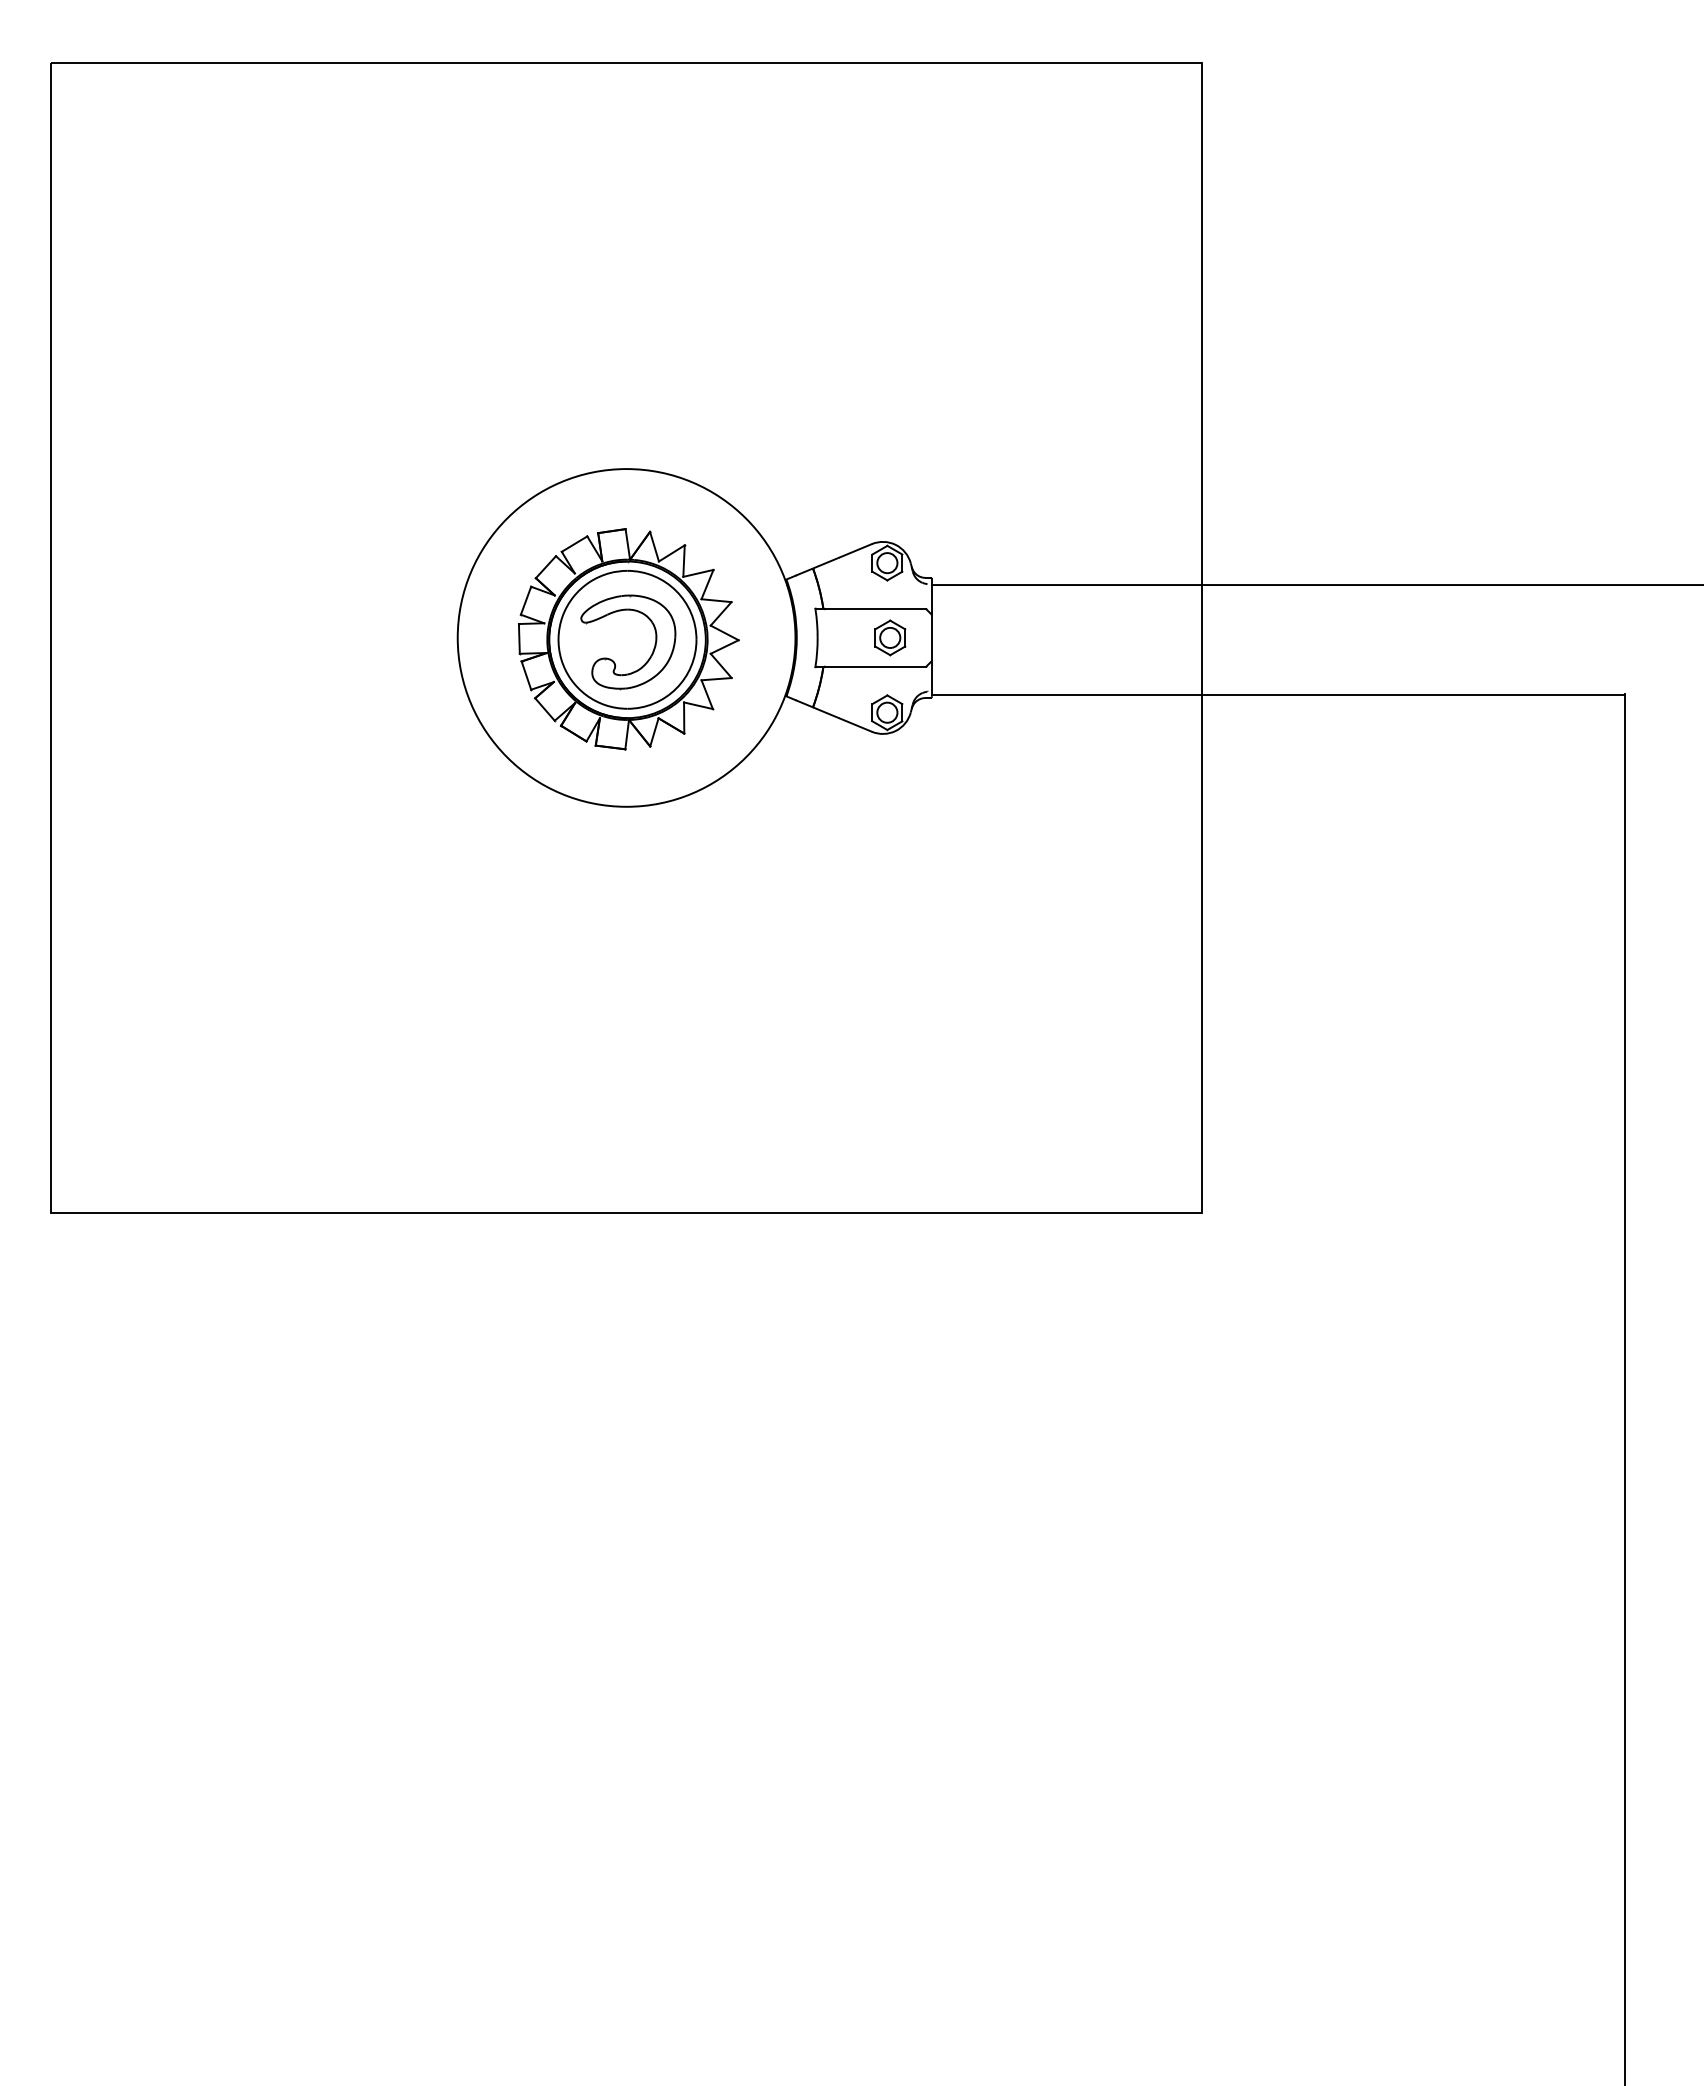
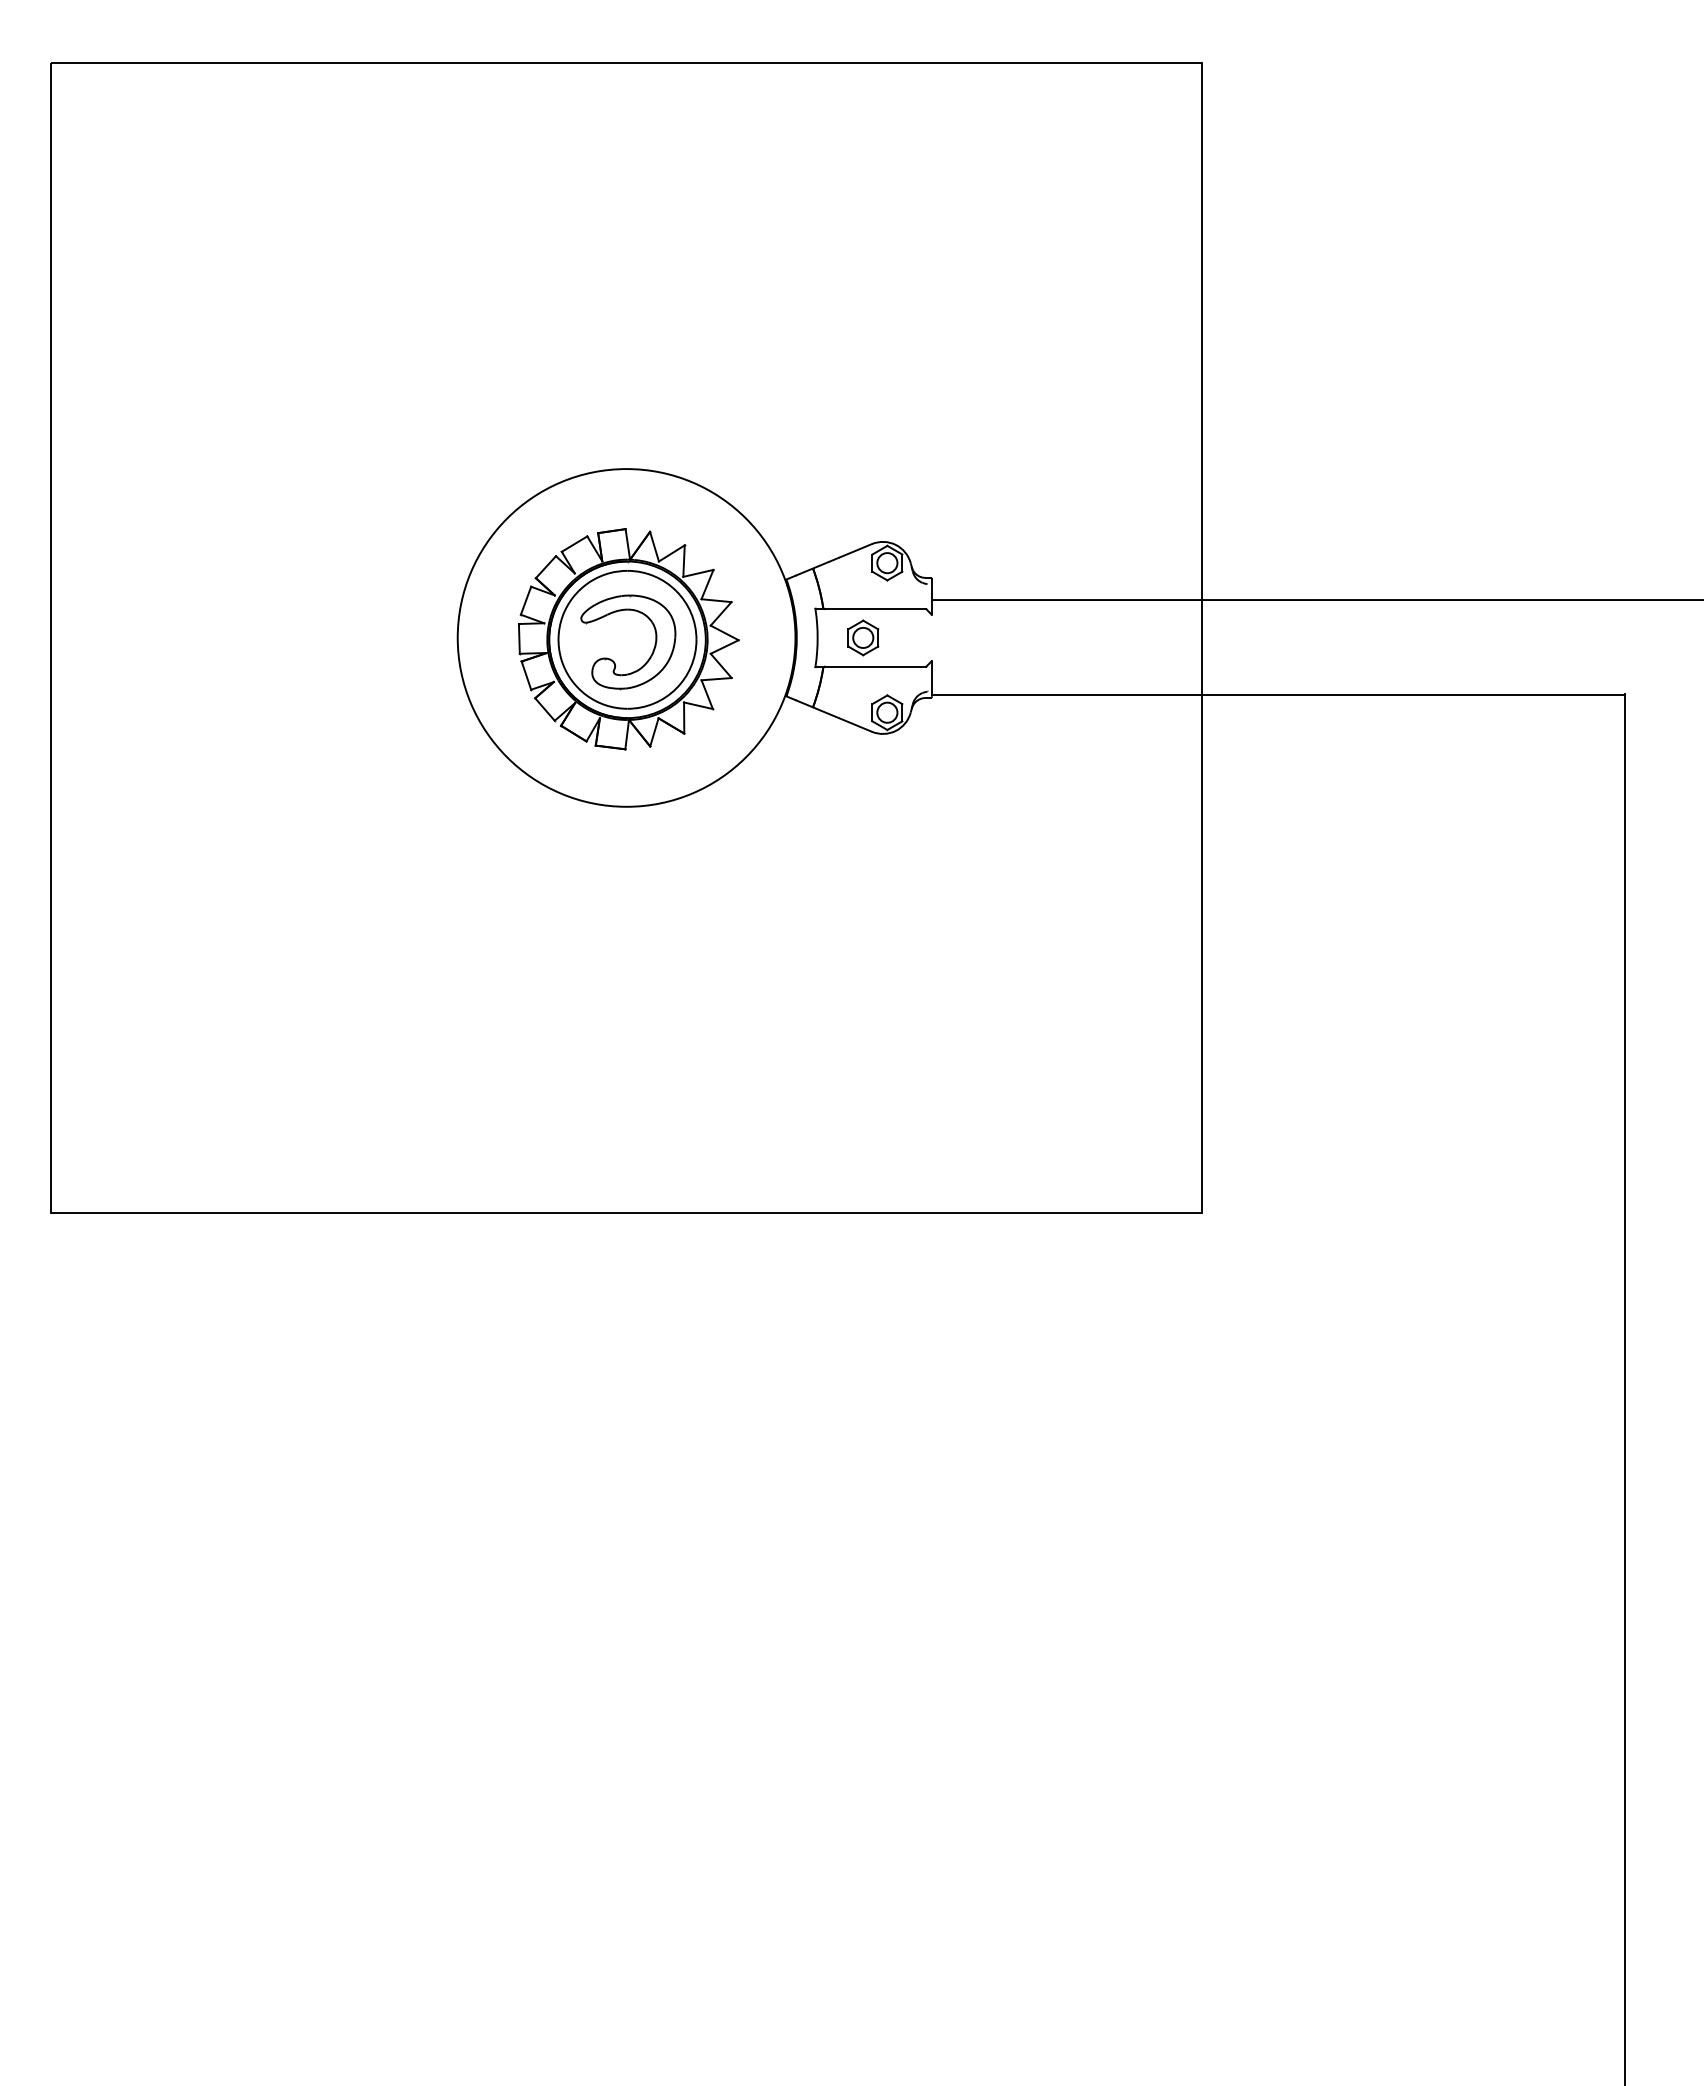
line at (1315, 585) position: (1315, 585) -> (1315, 600)
part at (890, 637) position: (890, 637) -> (863, 637)
line at (931, 637): present -> none
